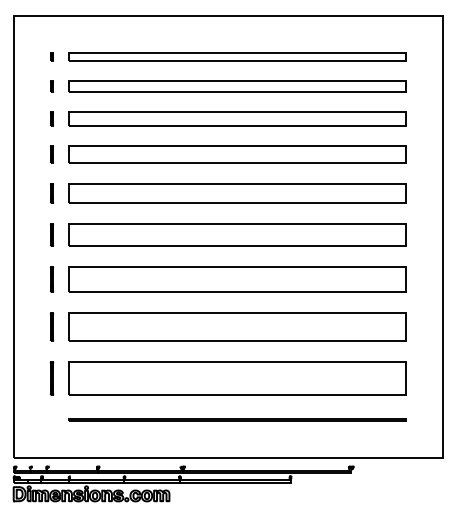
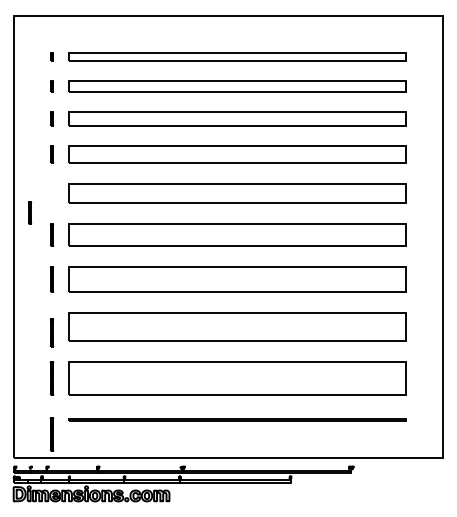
line at (52, 193): present -> none
line at (30, 212): none -> present
part at (51, 326) position: (51, 326) -> (51, 332)
line at (52, 434): none -> present
